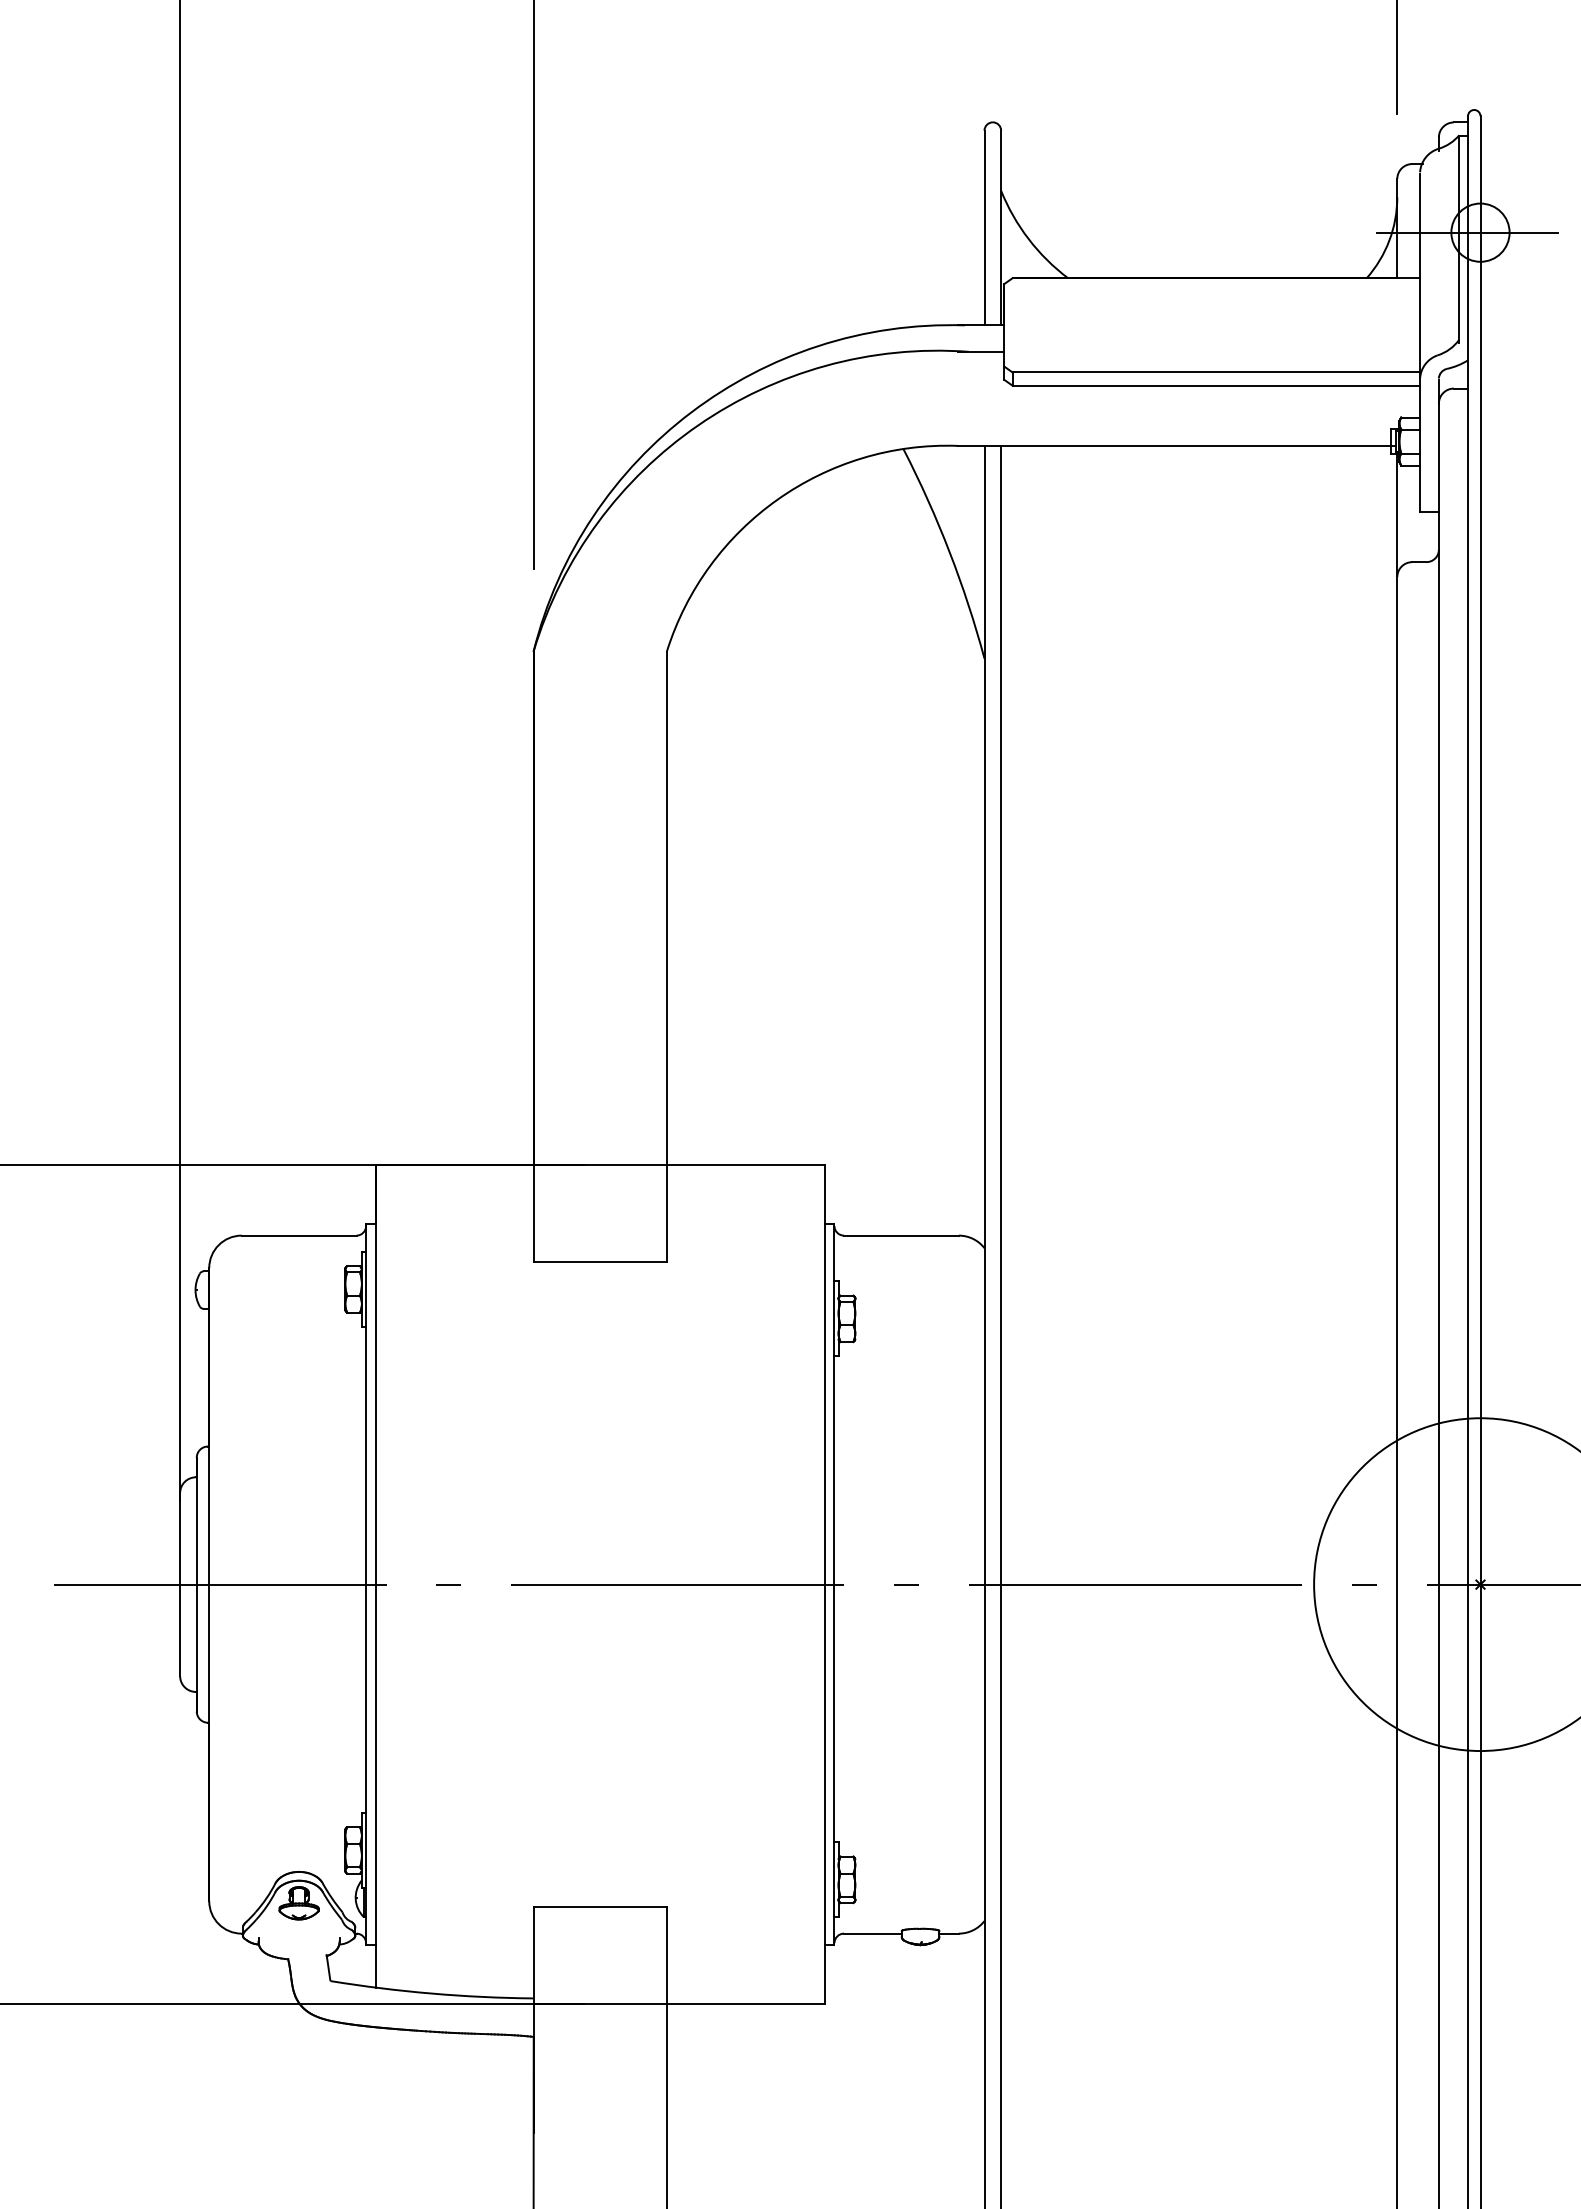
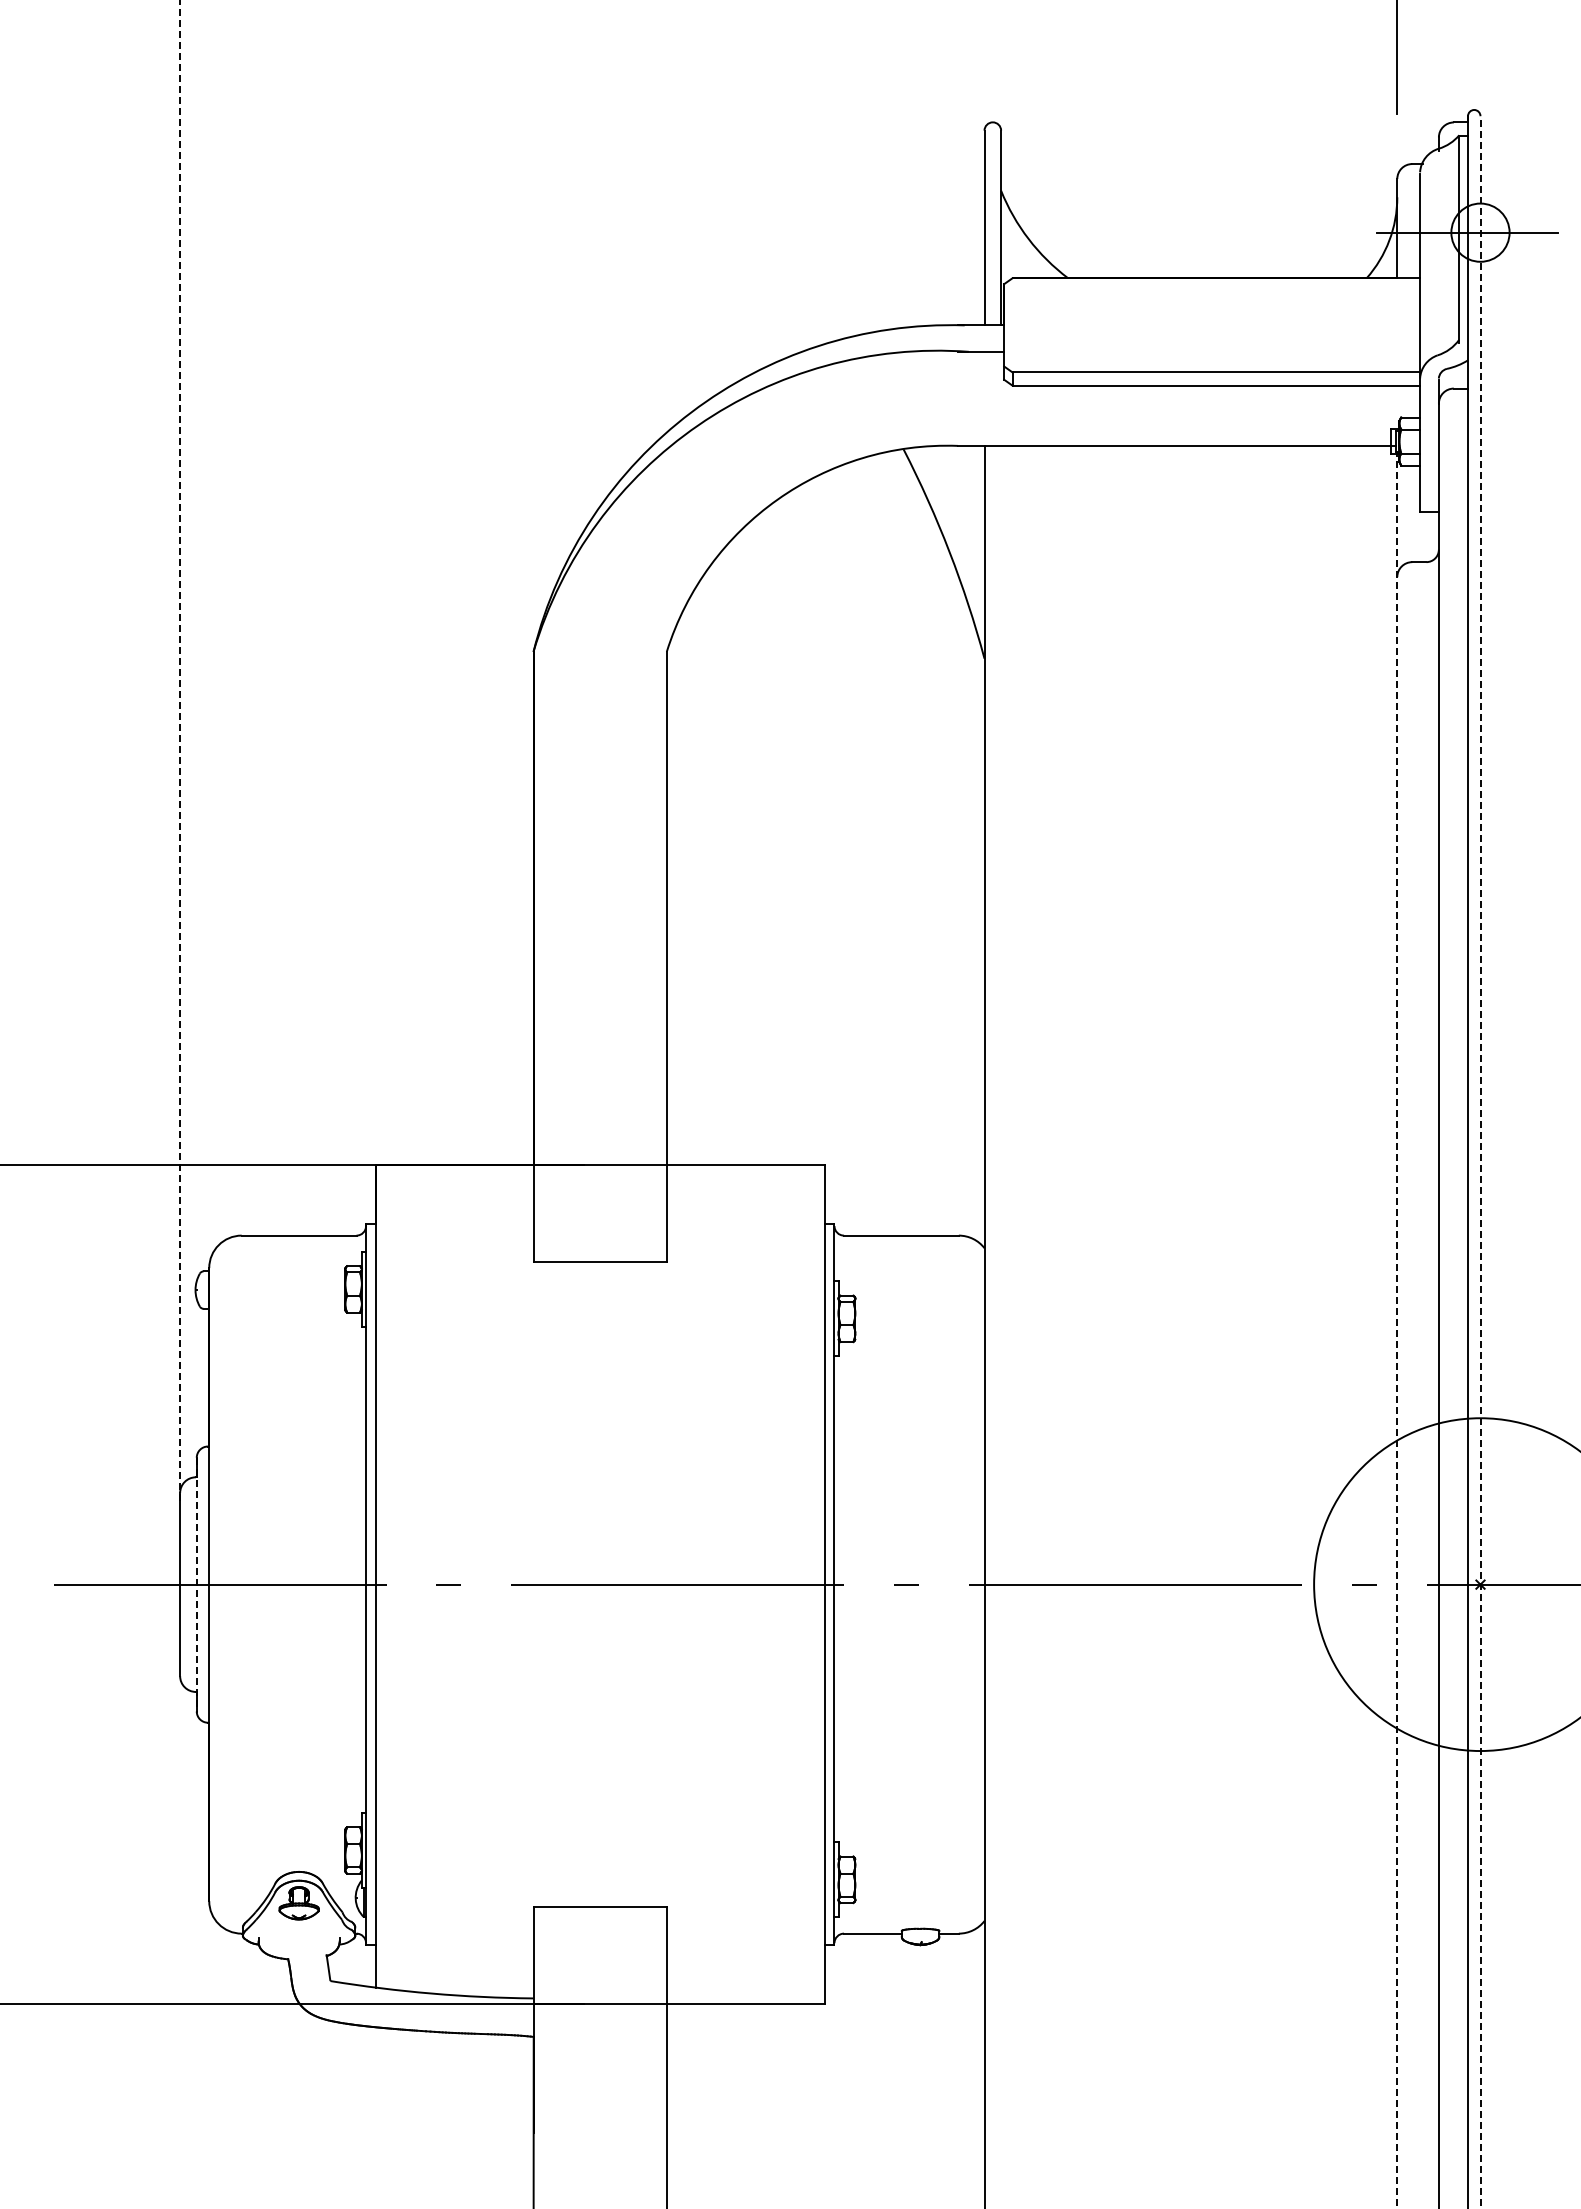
line at (533, 285): present -> none
line at (180, 750): solid -> dashed
line at (1480, 1162): solid -> dashed
line at (1001, 1325): present -> none
line at (1397, 1329): solid -> dashed
line at (196, 1584): solid -> dashed
